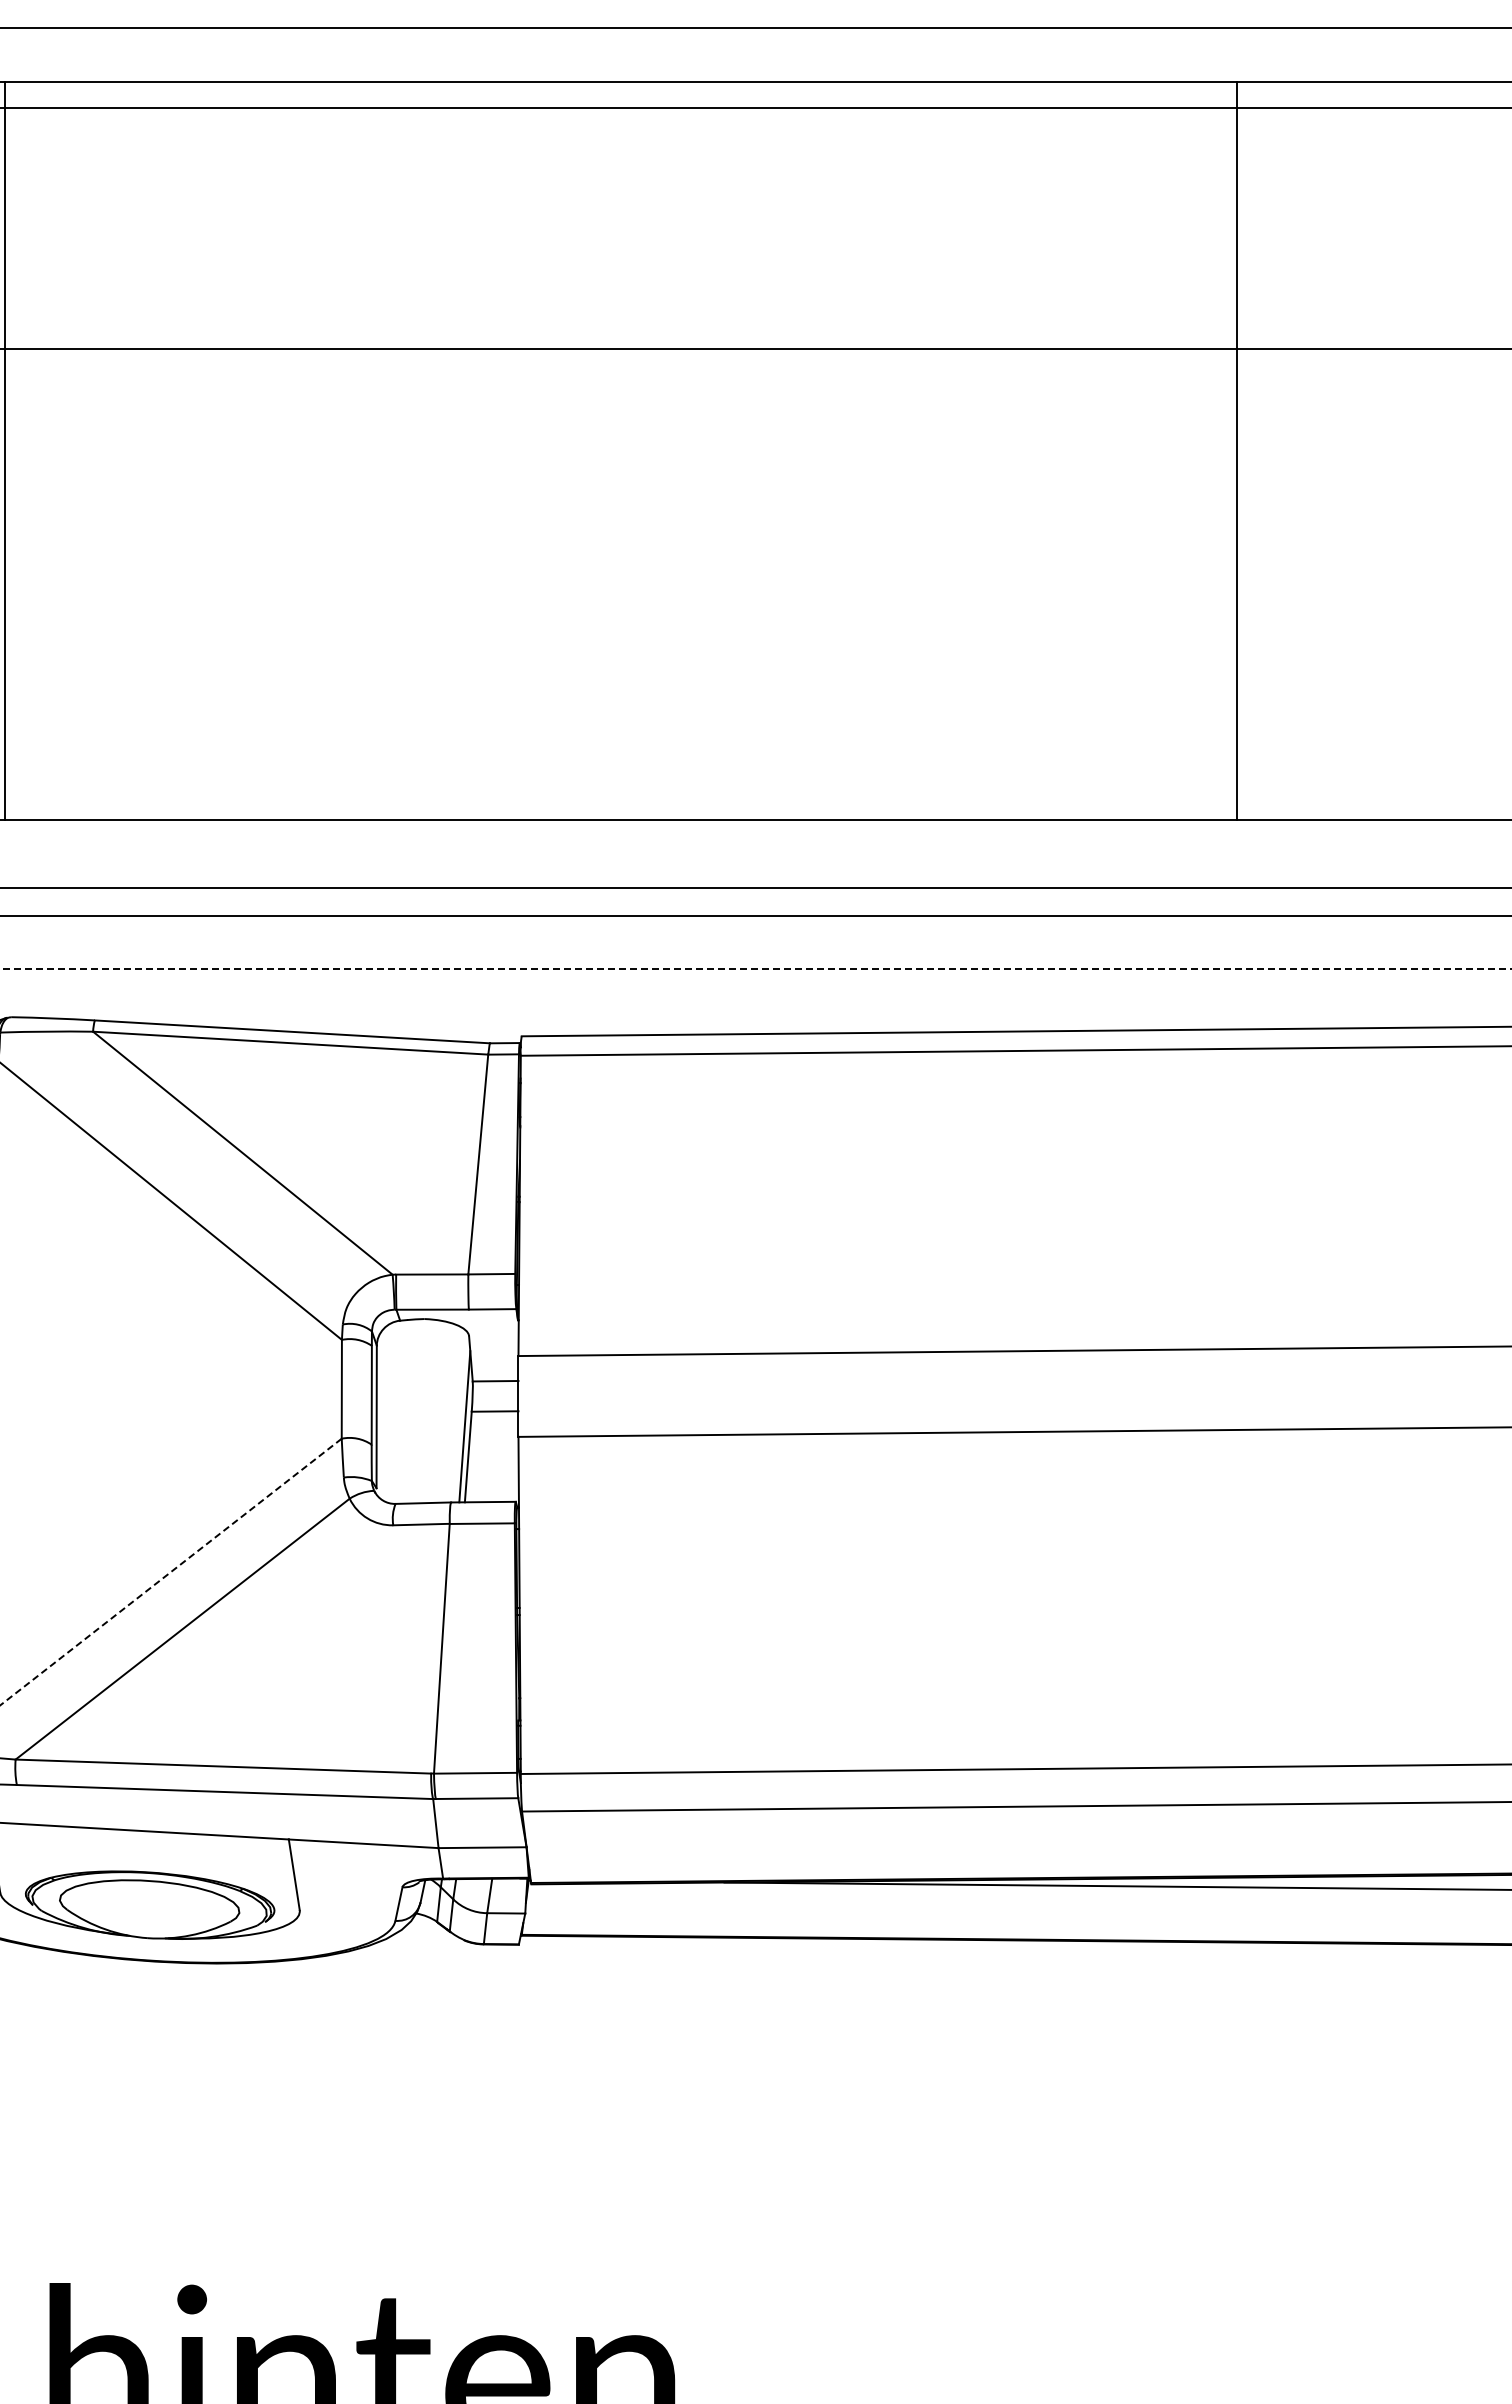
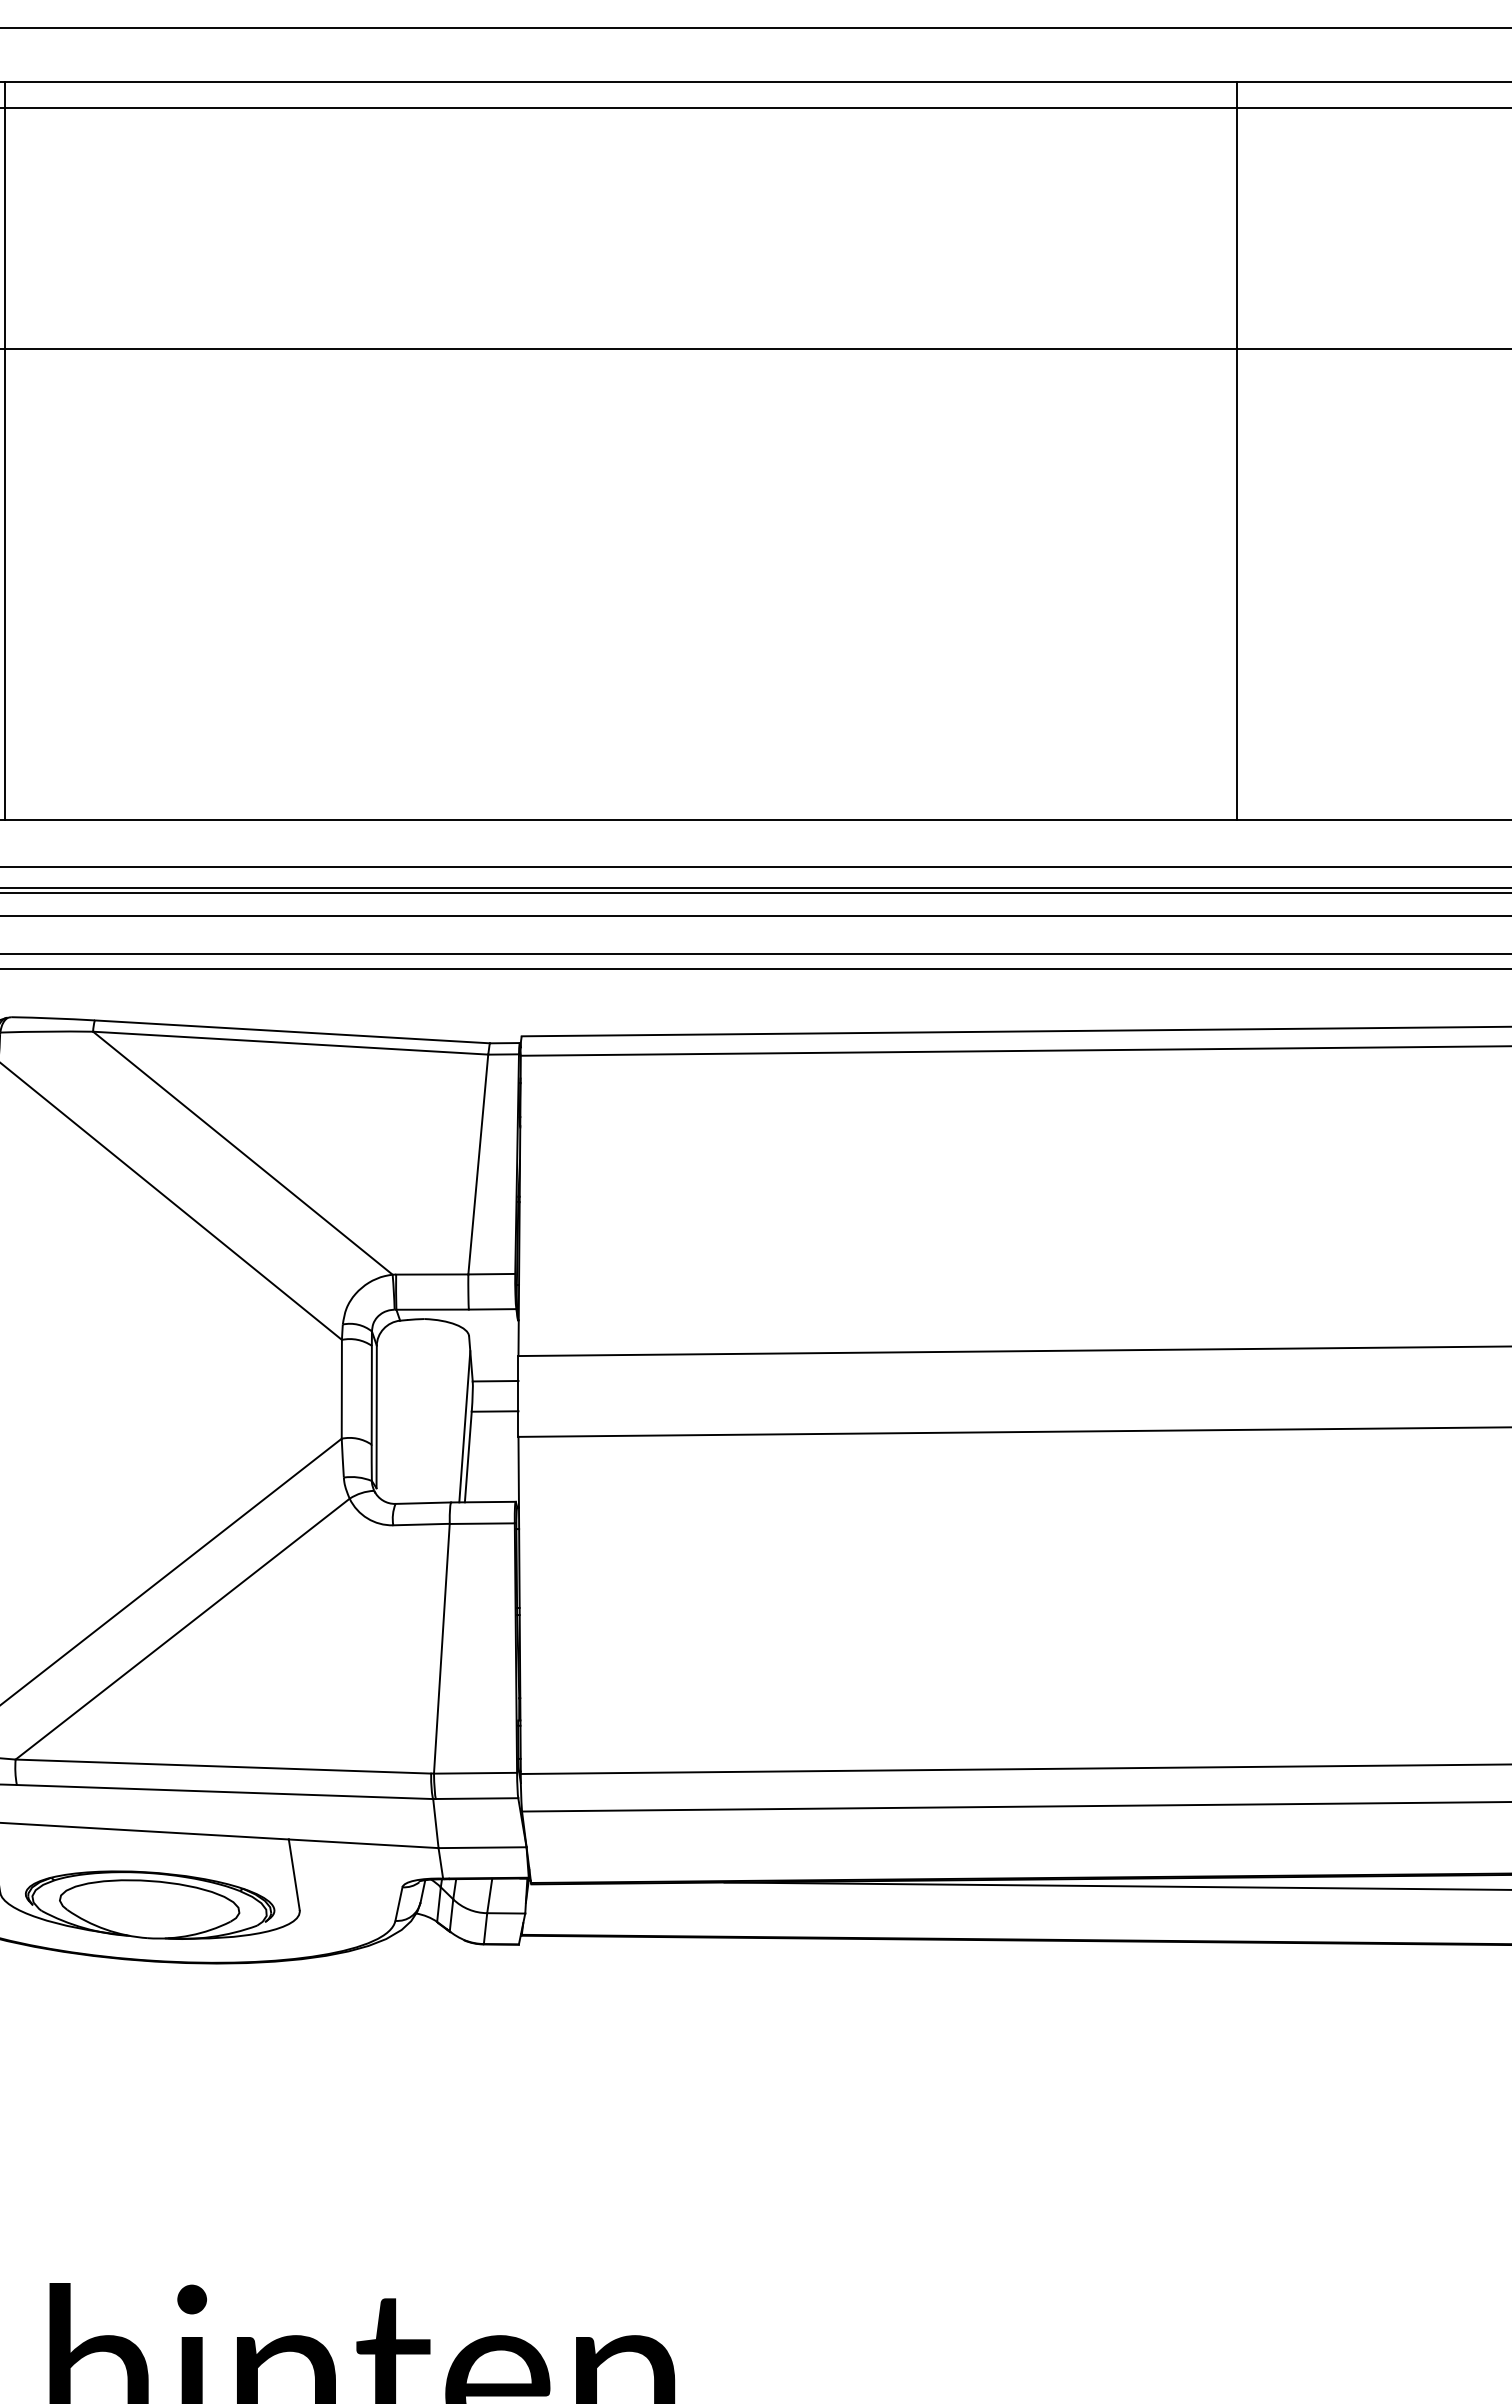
line at (755, 867): none -> present
line at (755, 892): none -> present
line at (755, 954): none -> present
line at (755, 969): dashed -> solid
line at (170, 1572): dashed -> solid
